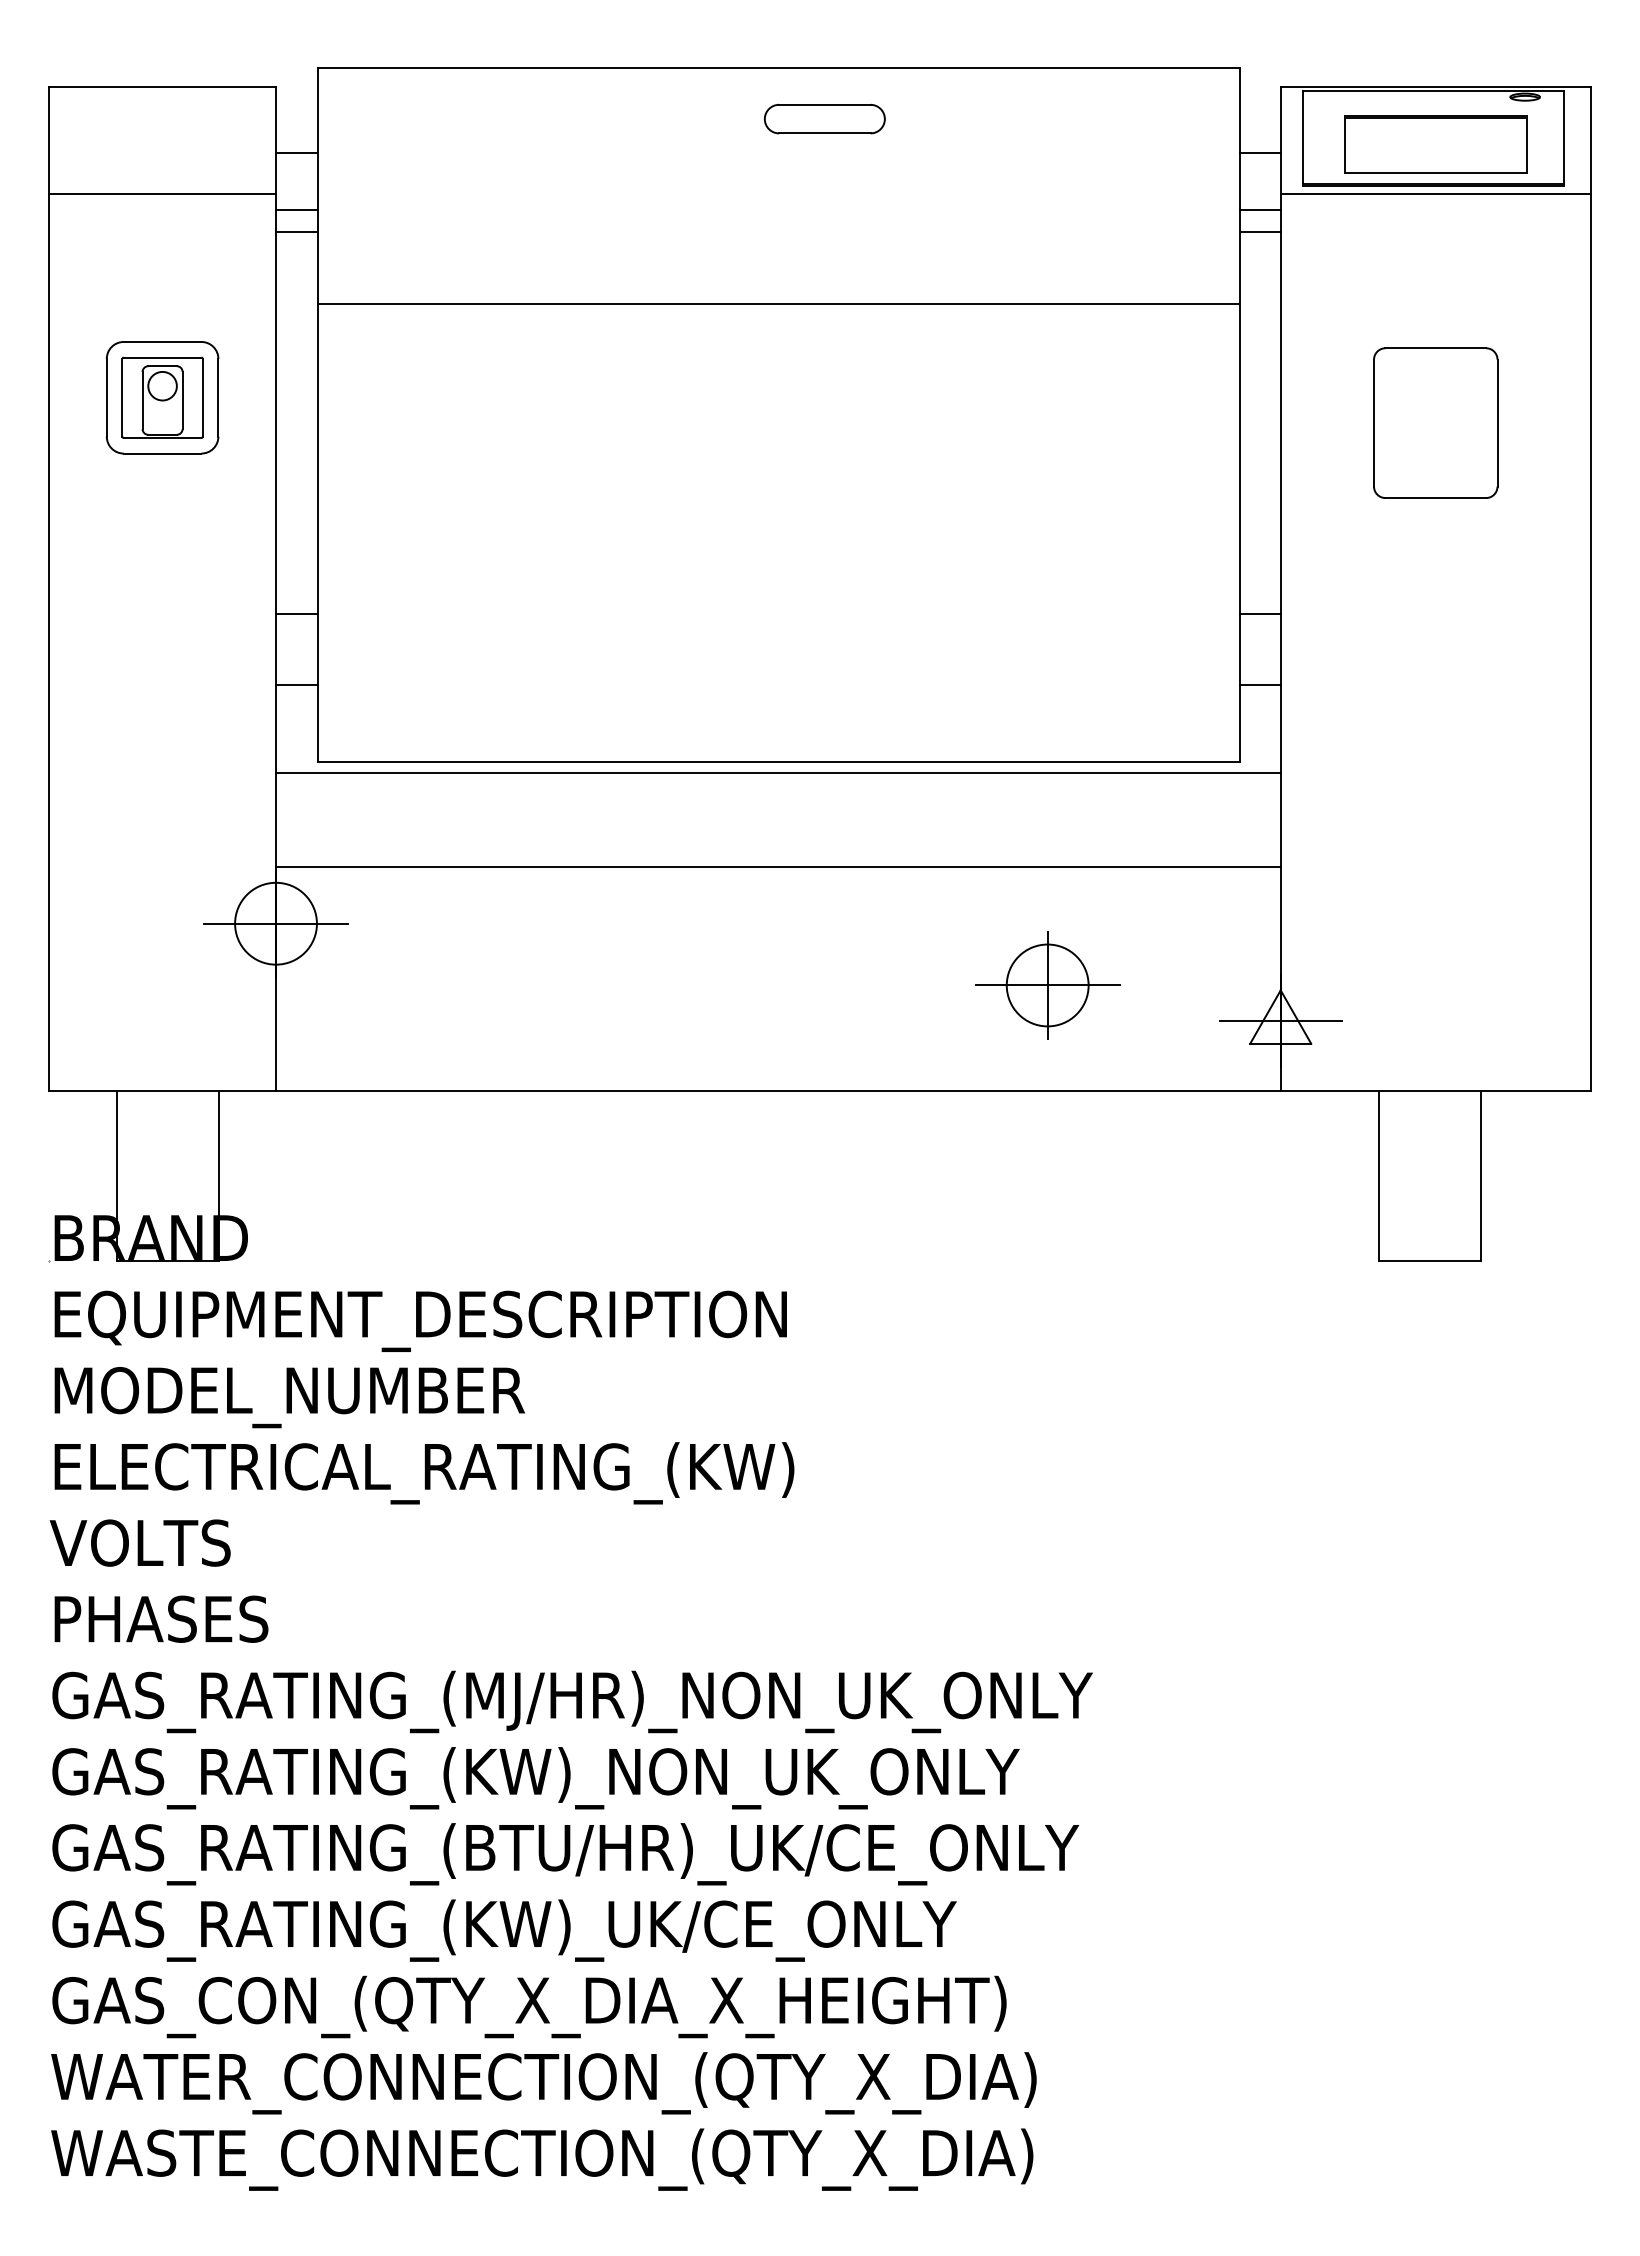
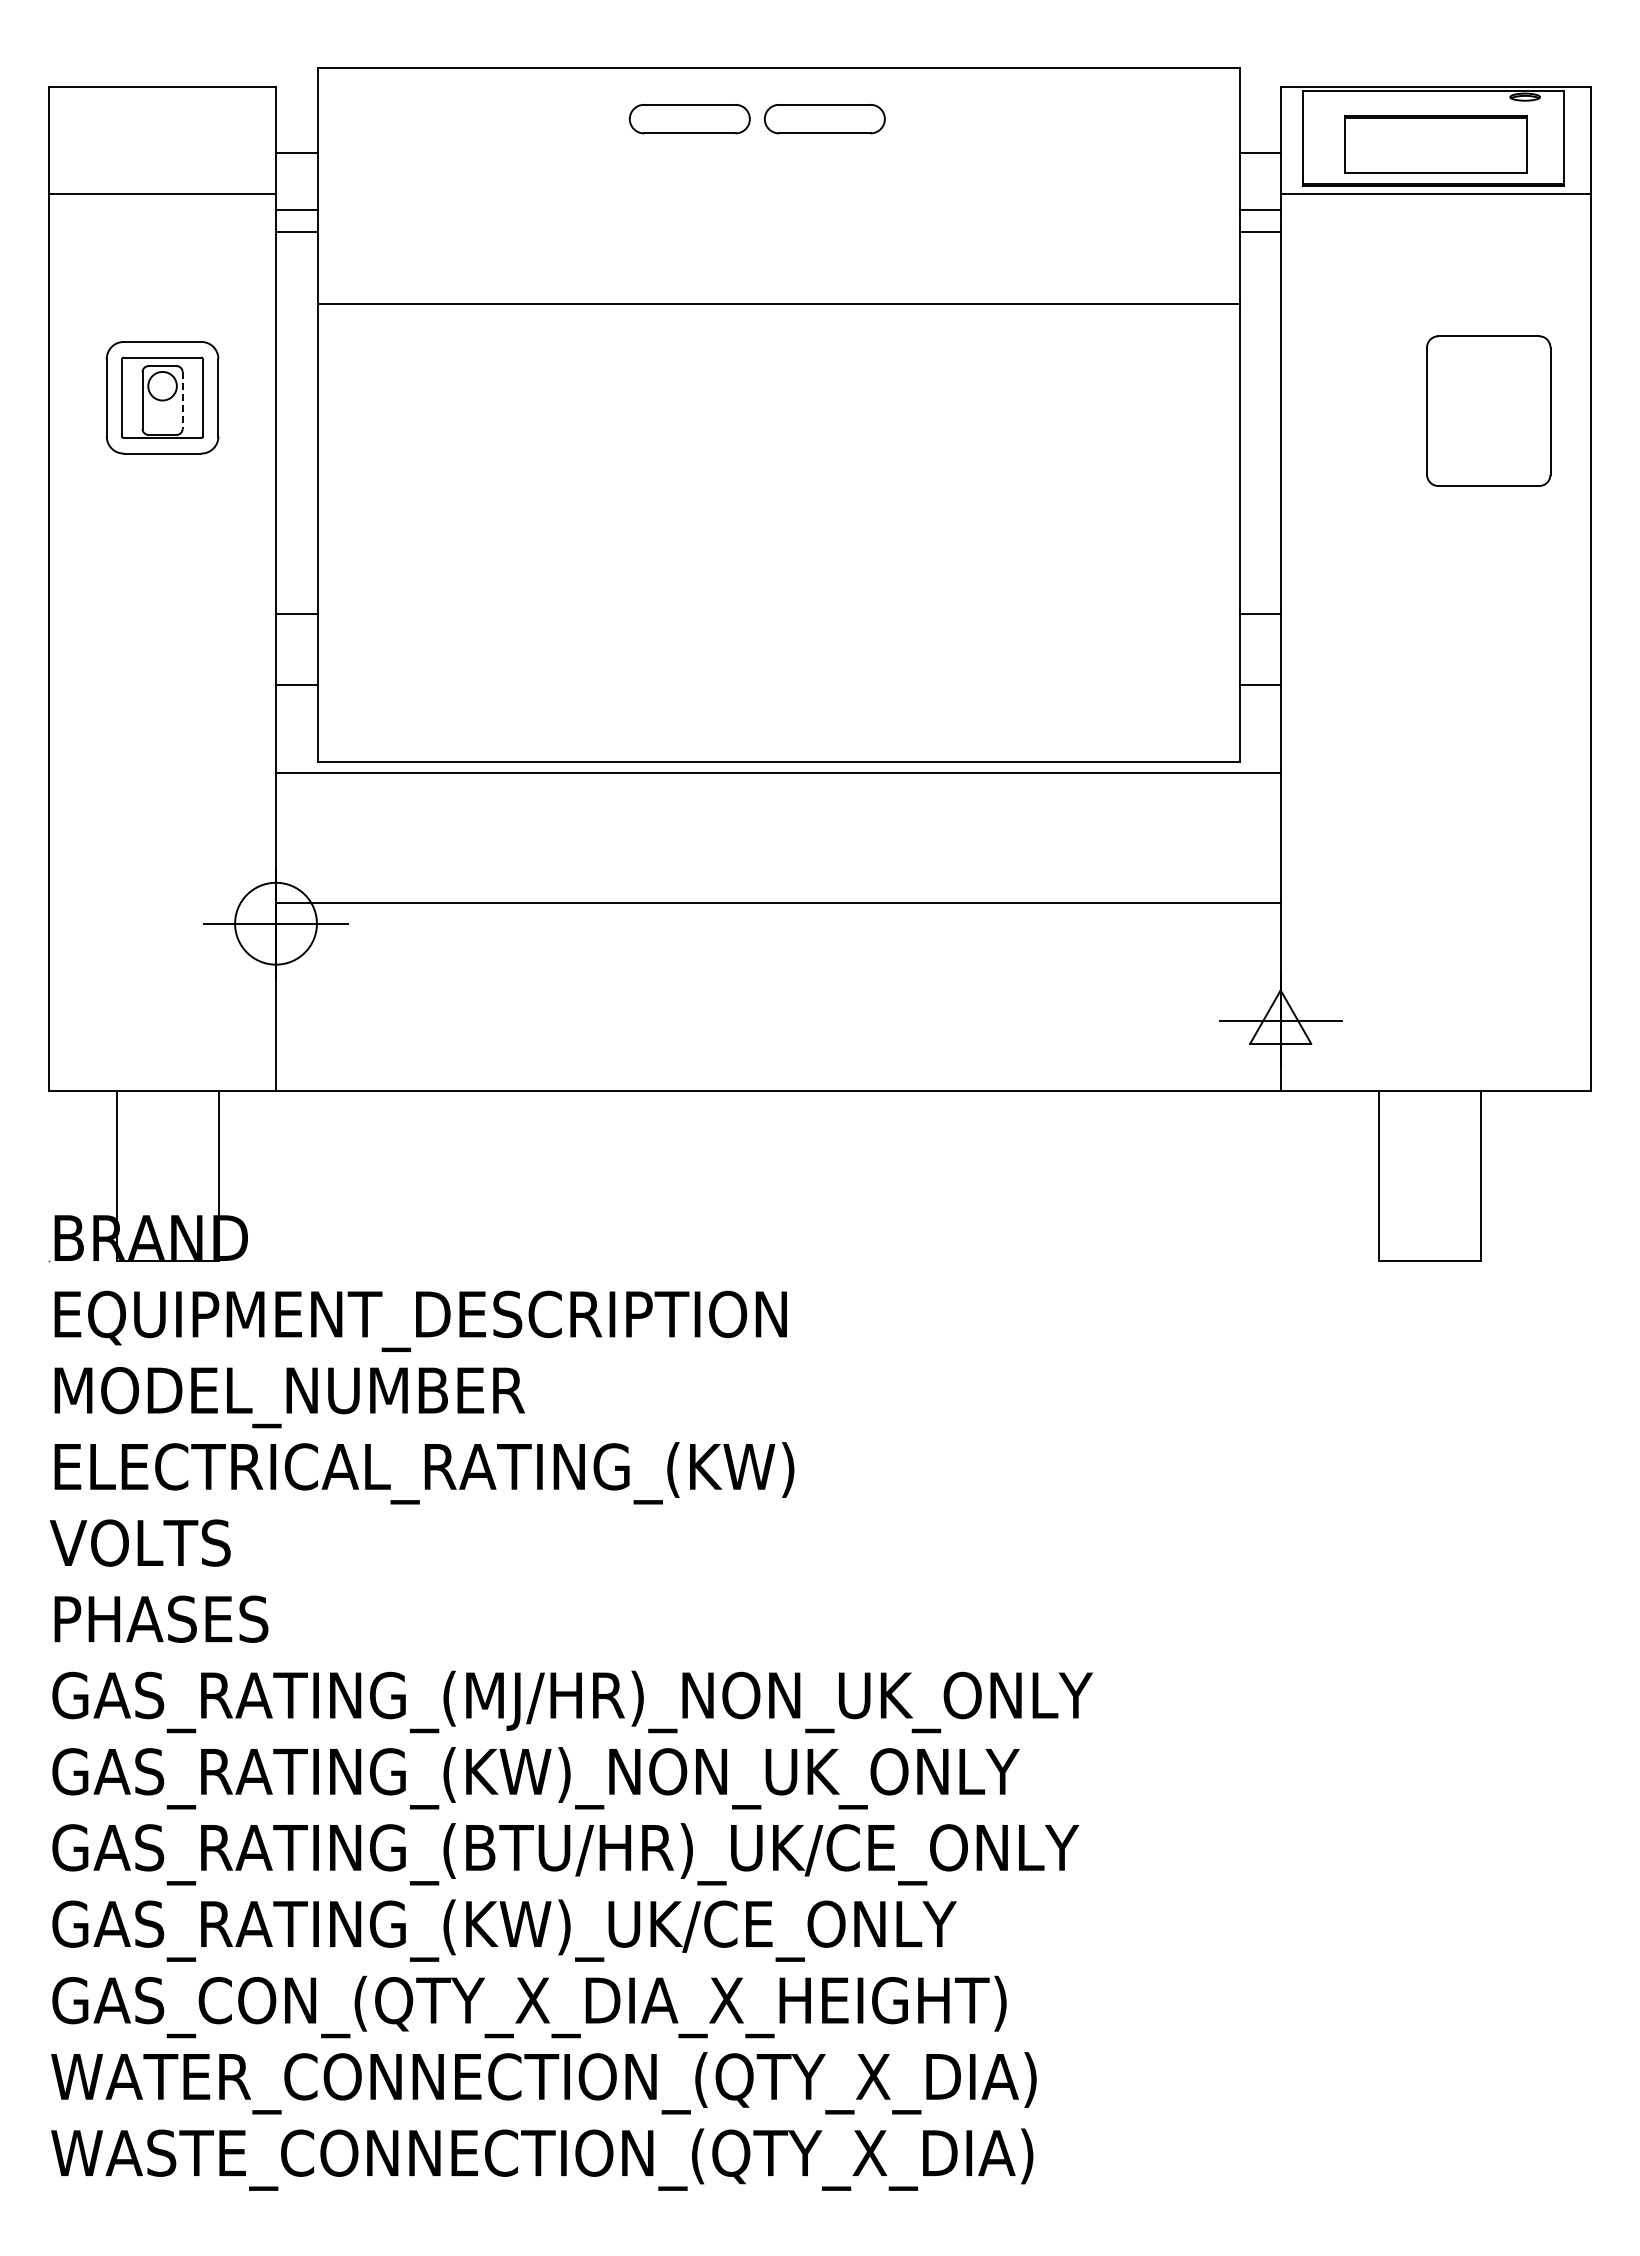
part at (689, 119): none -> present
line at (182, 400): solid -> dashed
part at (1435, 422) position: (1435, 422) -> (1488, 410)
line at (778, 866) position: (778, 866) -> (778, 902)
part at (1047, 985): present -> none
